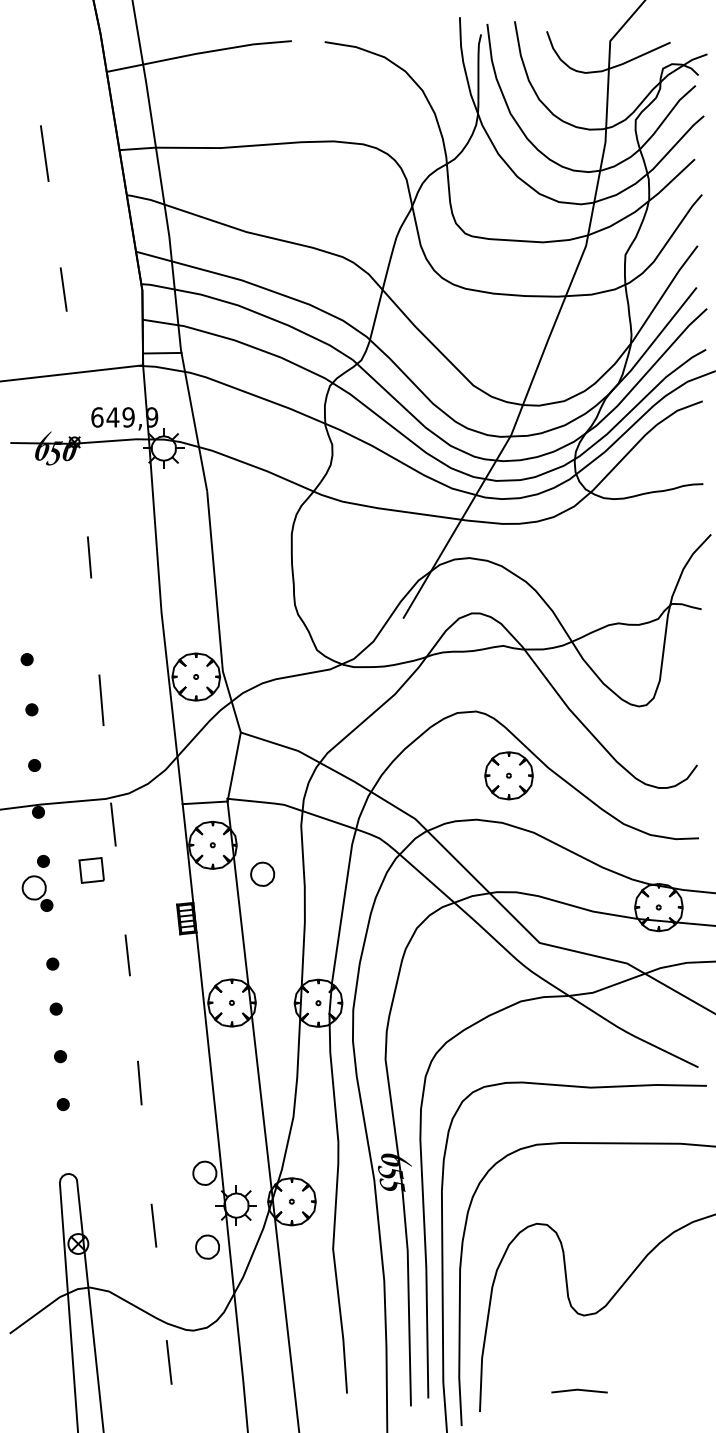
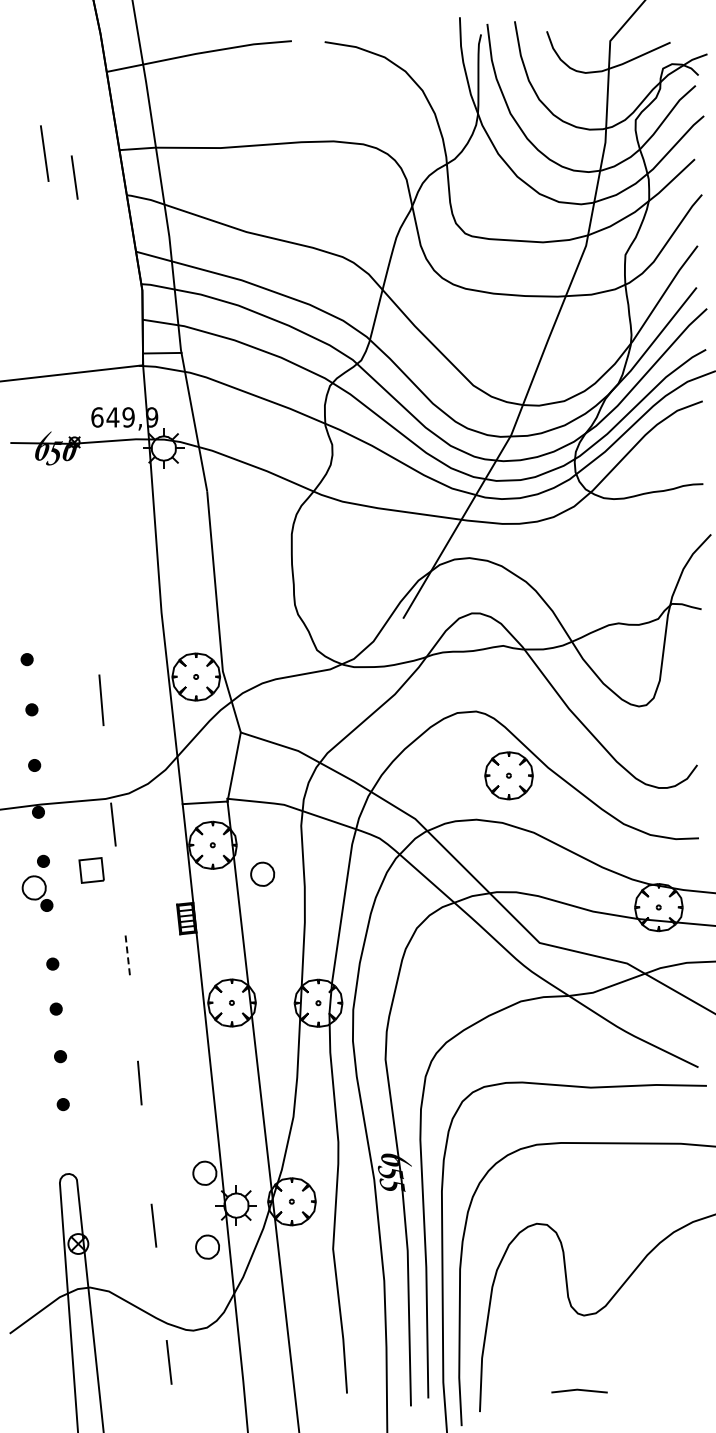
line at (63, 289) position: (63, 289) -> (74, 177)
line at (89, 557): present -> none
line at (127, 955): solid -> dashed
